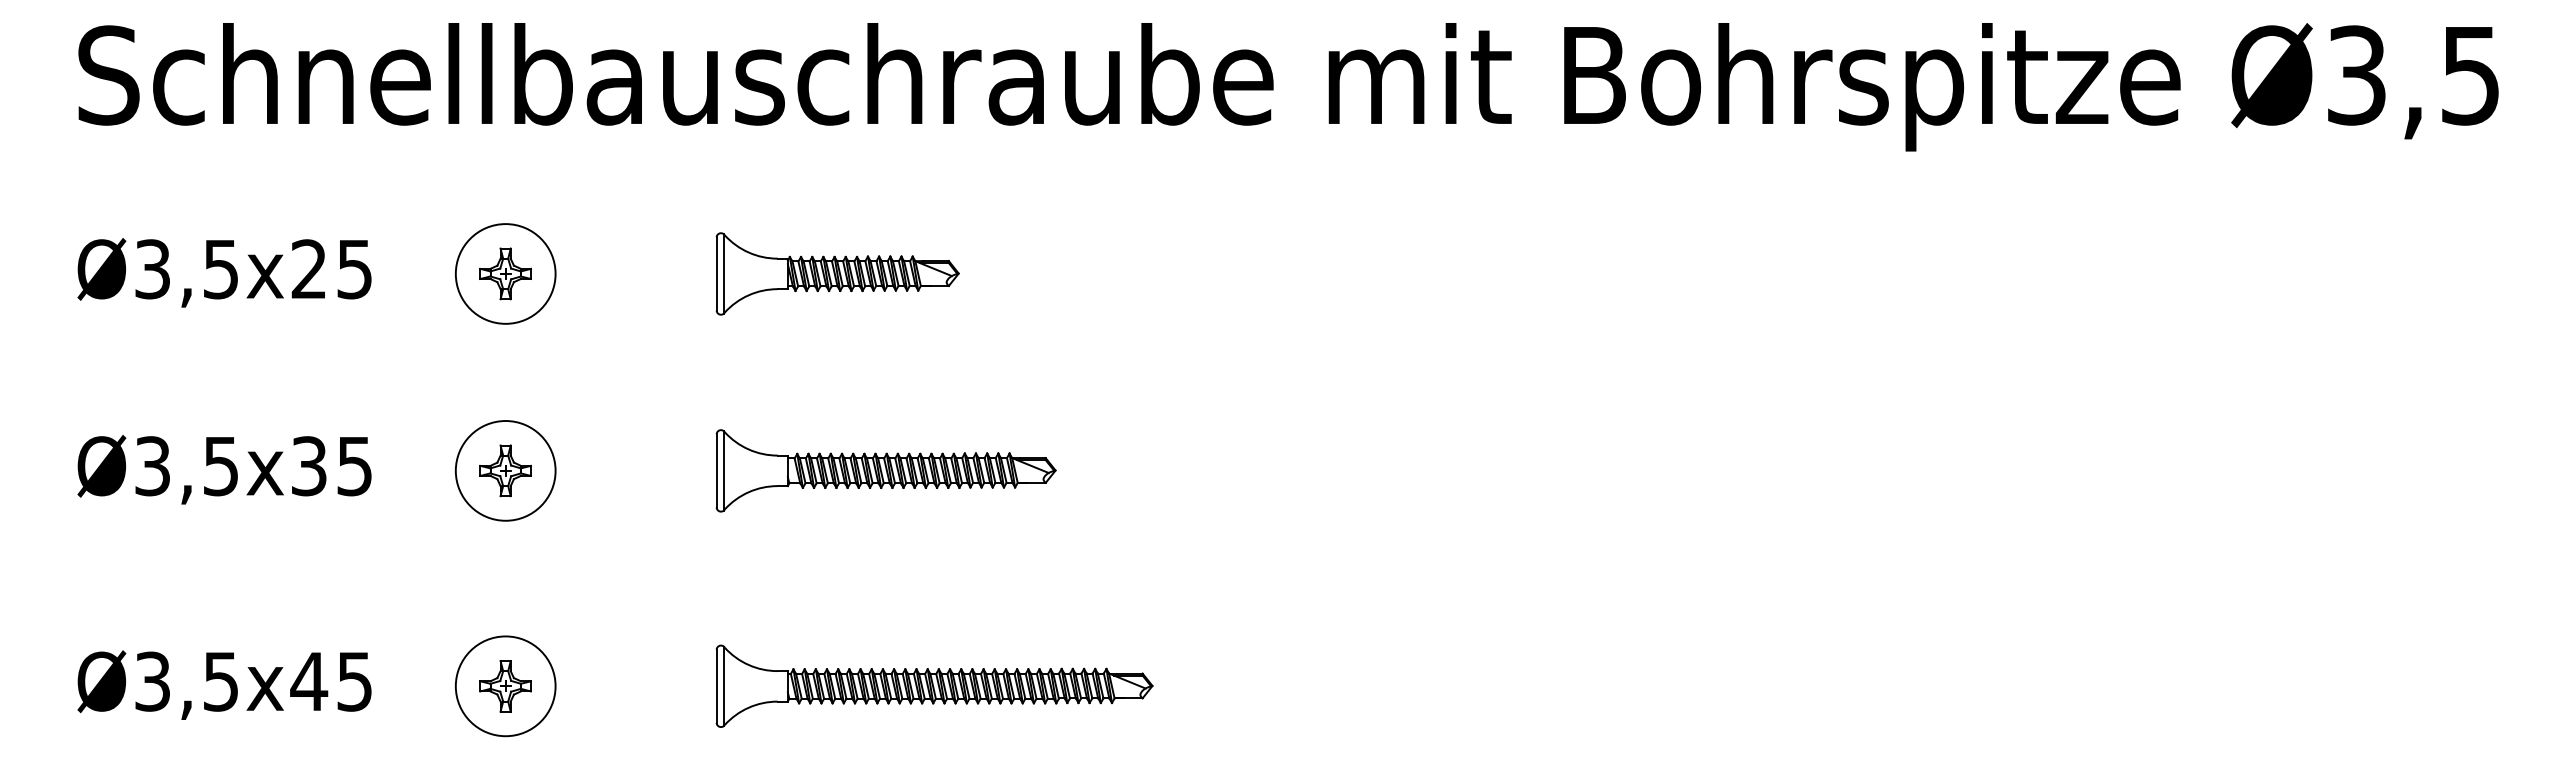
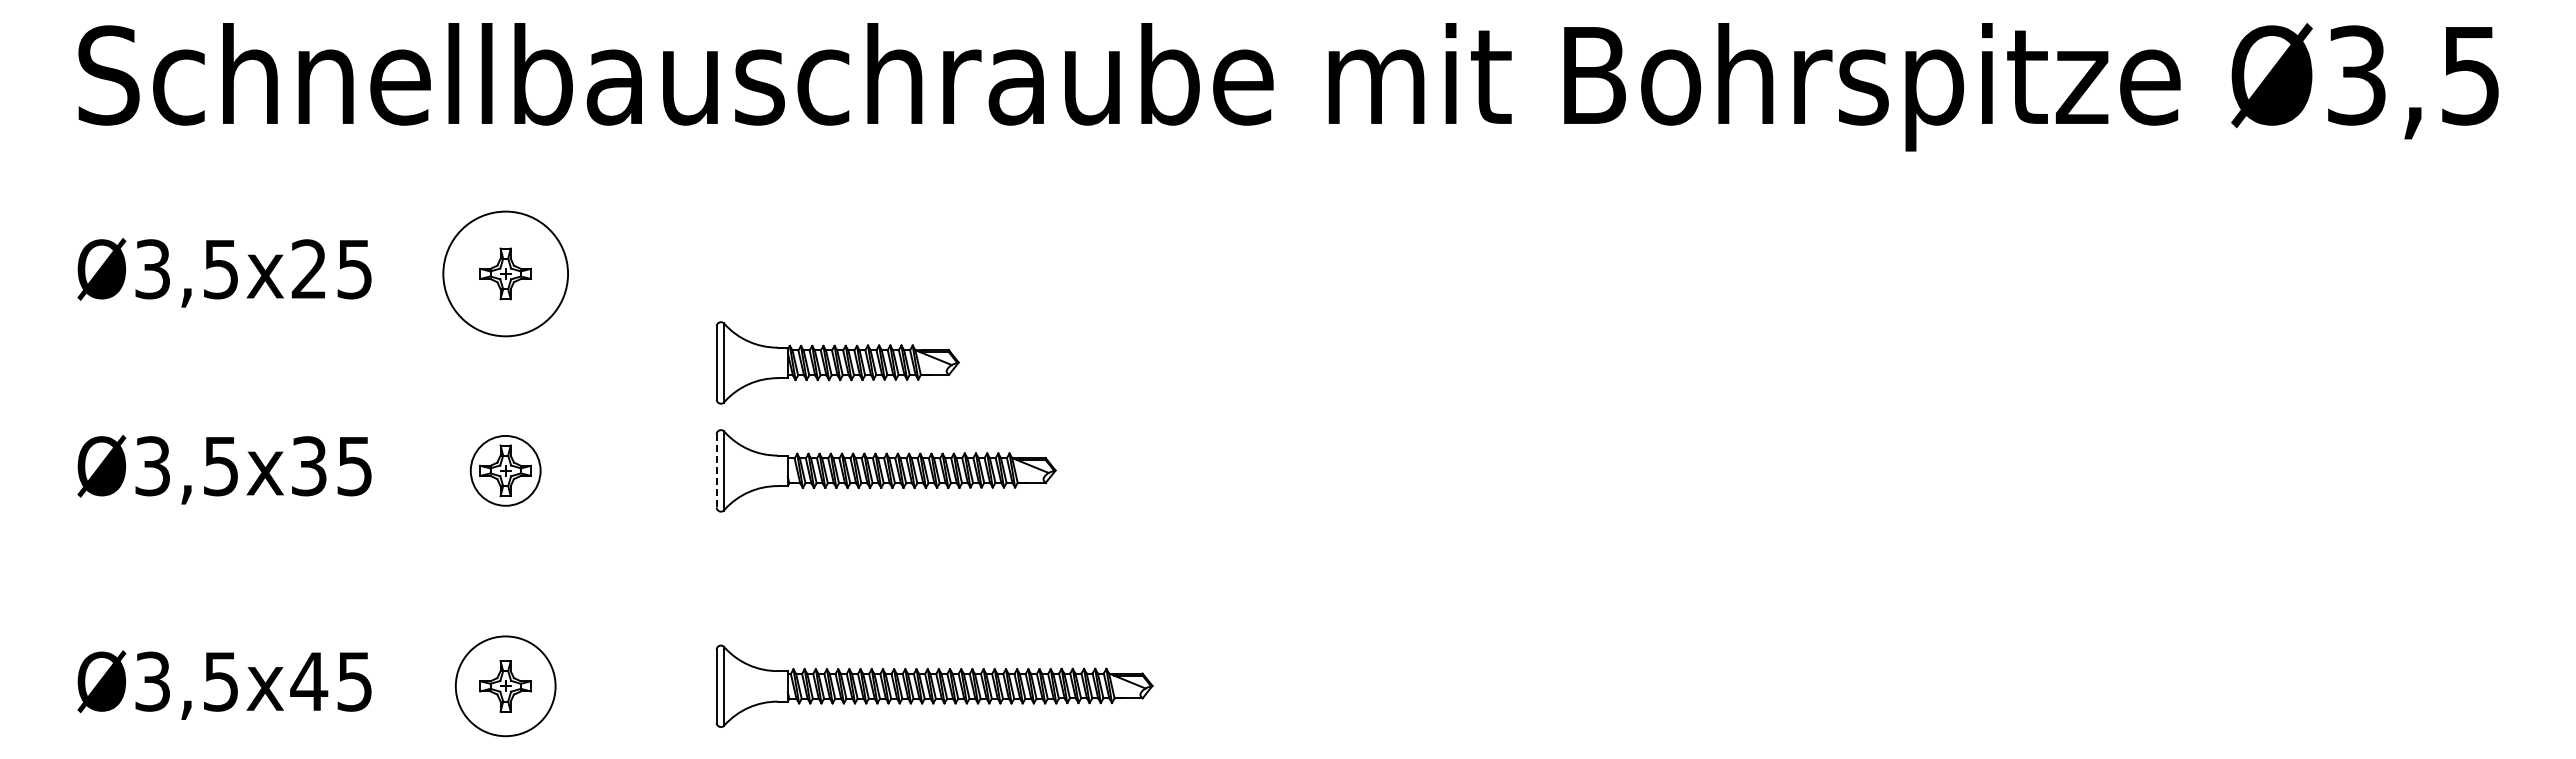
circle at (505, 273) diameter: 100 px -> 125 px
part at (837, 273) position: (837, 273) -> (837, 362)
circle at (505, 470) diameter: 100 px -> 70 px
line at (716, 470): solid -> dashed
